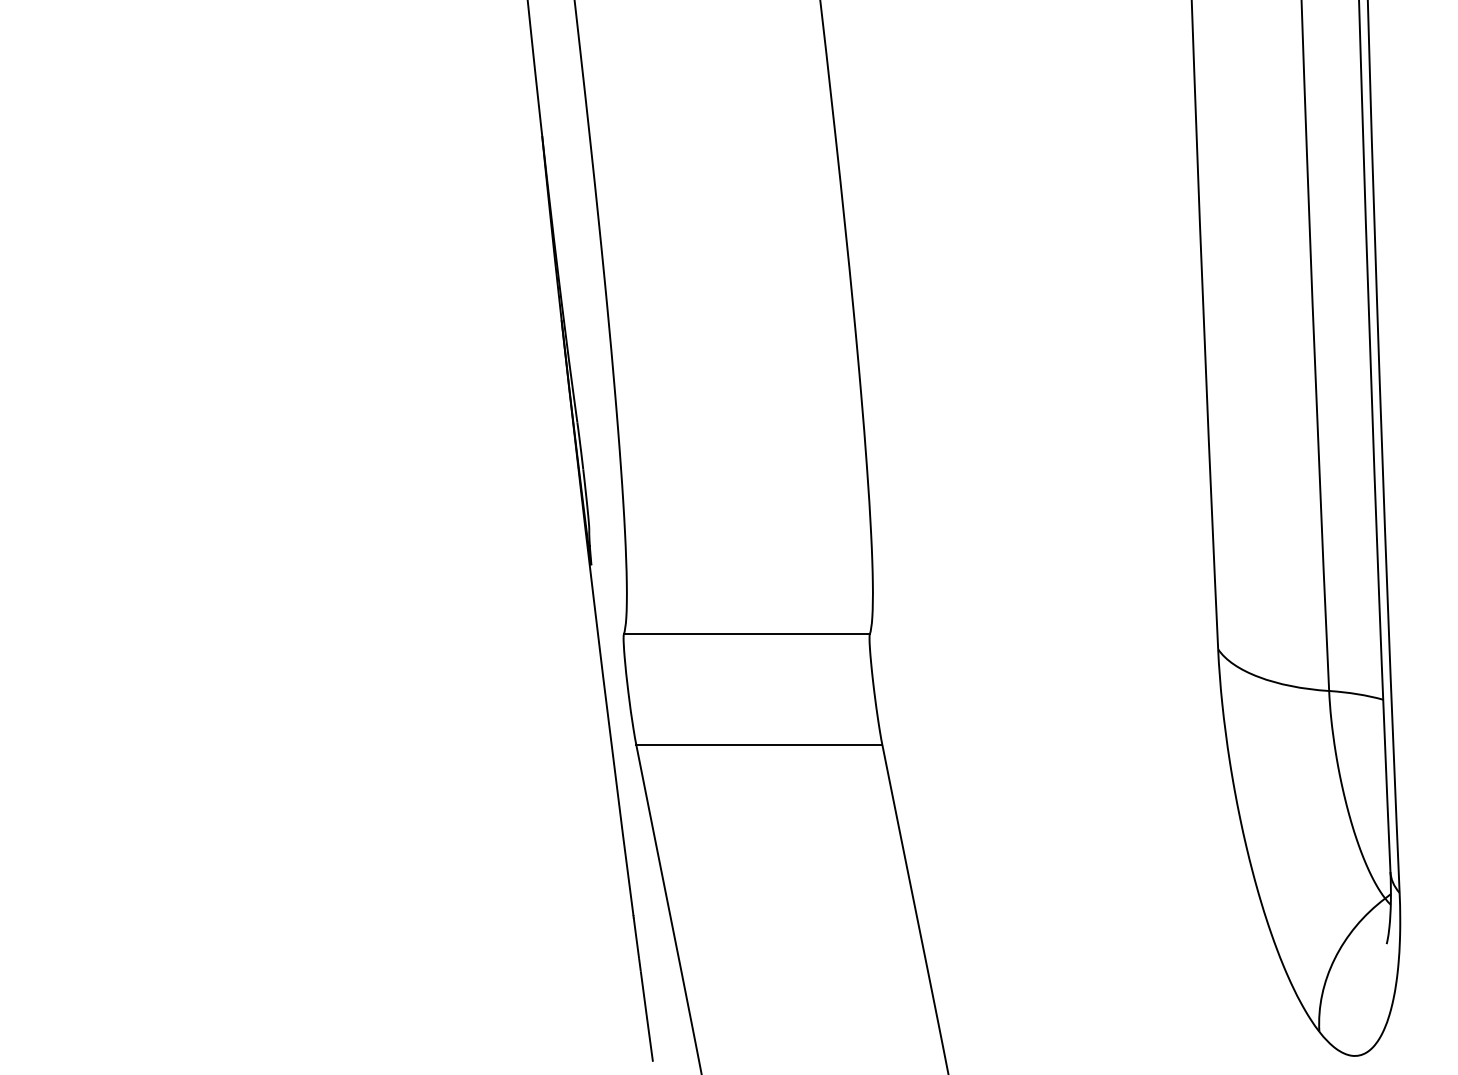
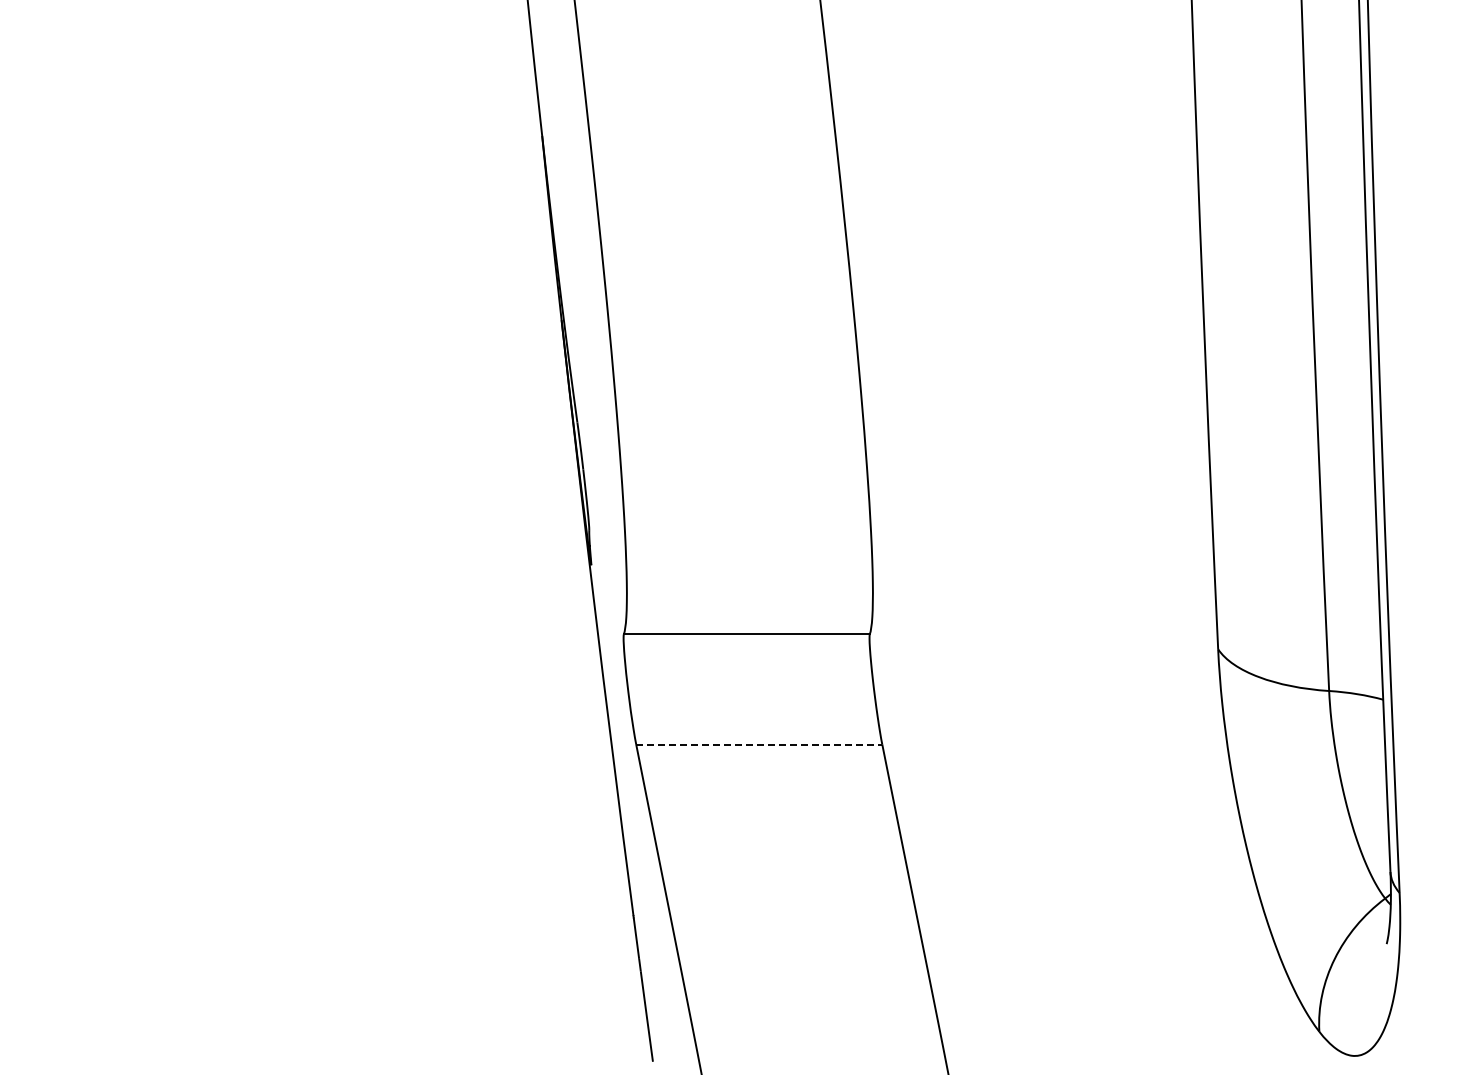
line at (759, 744): solid -> dashed
